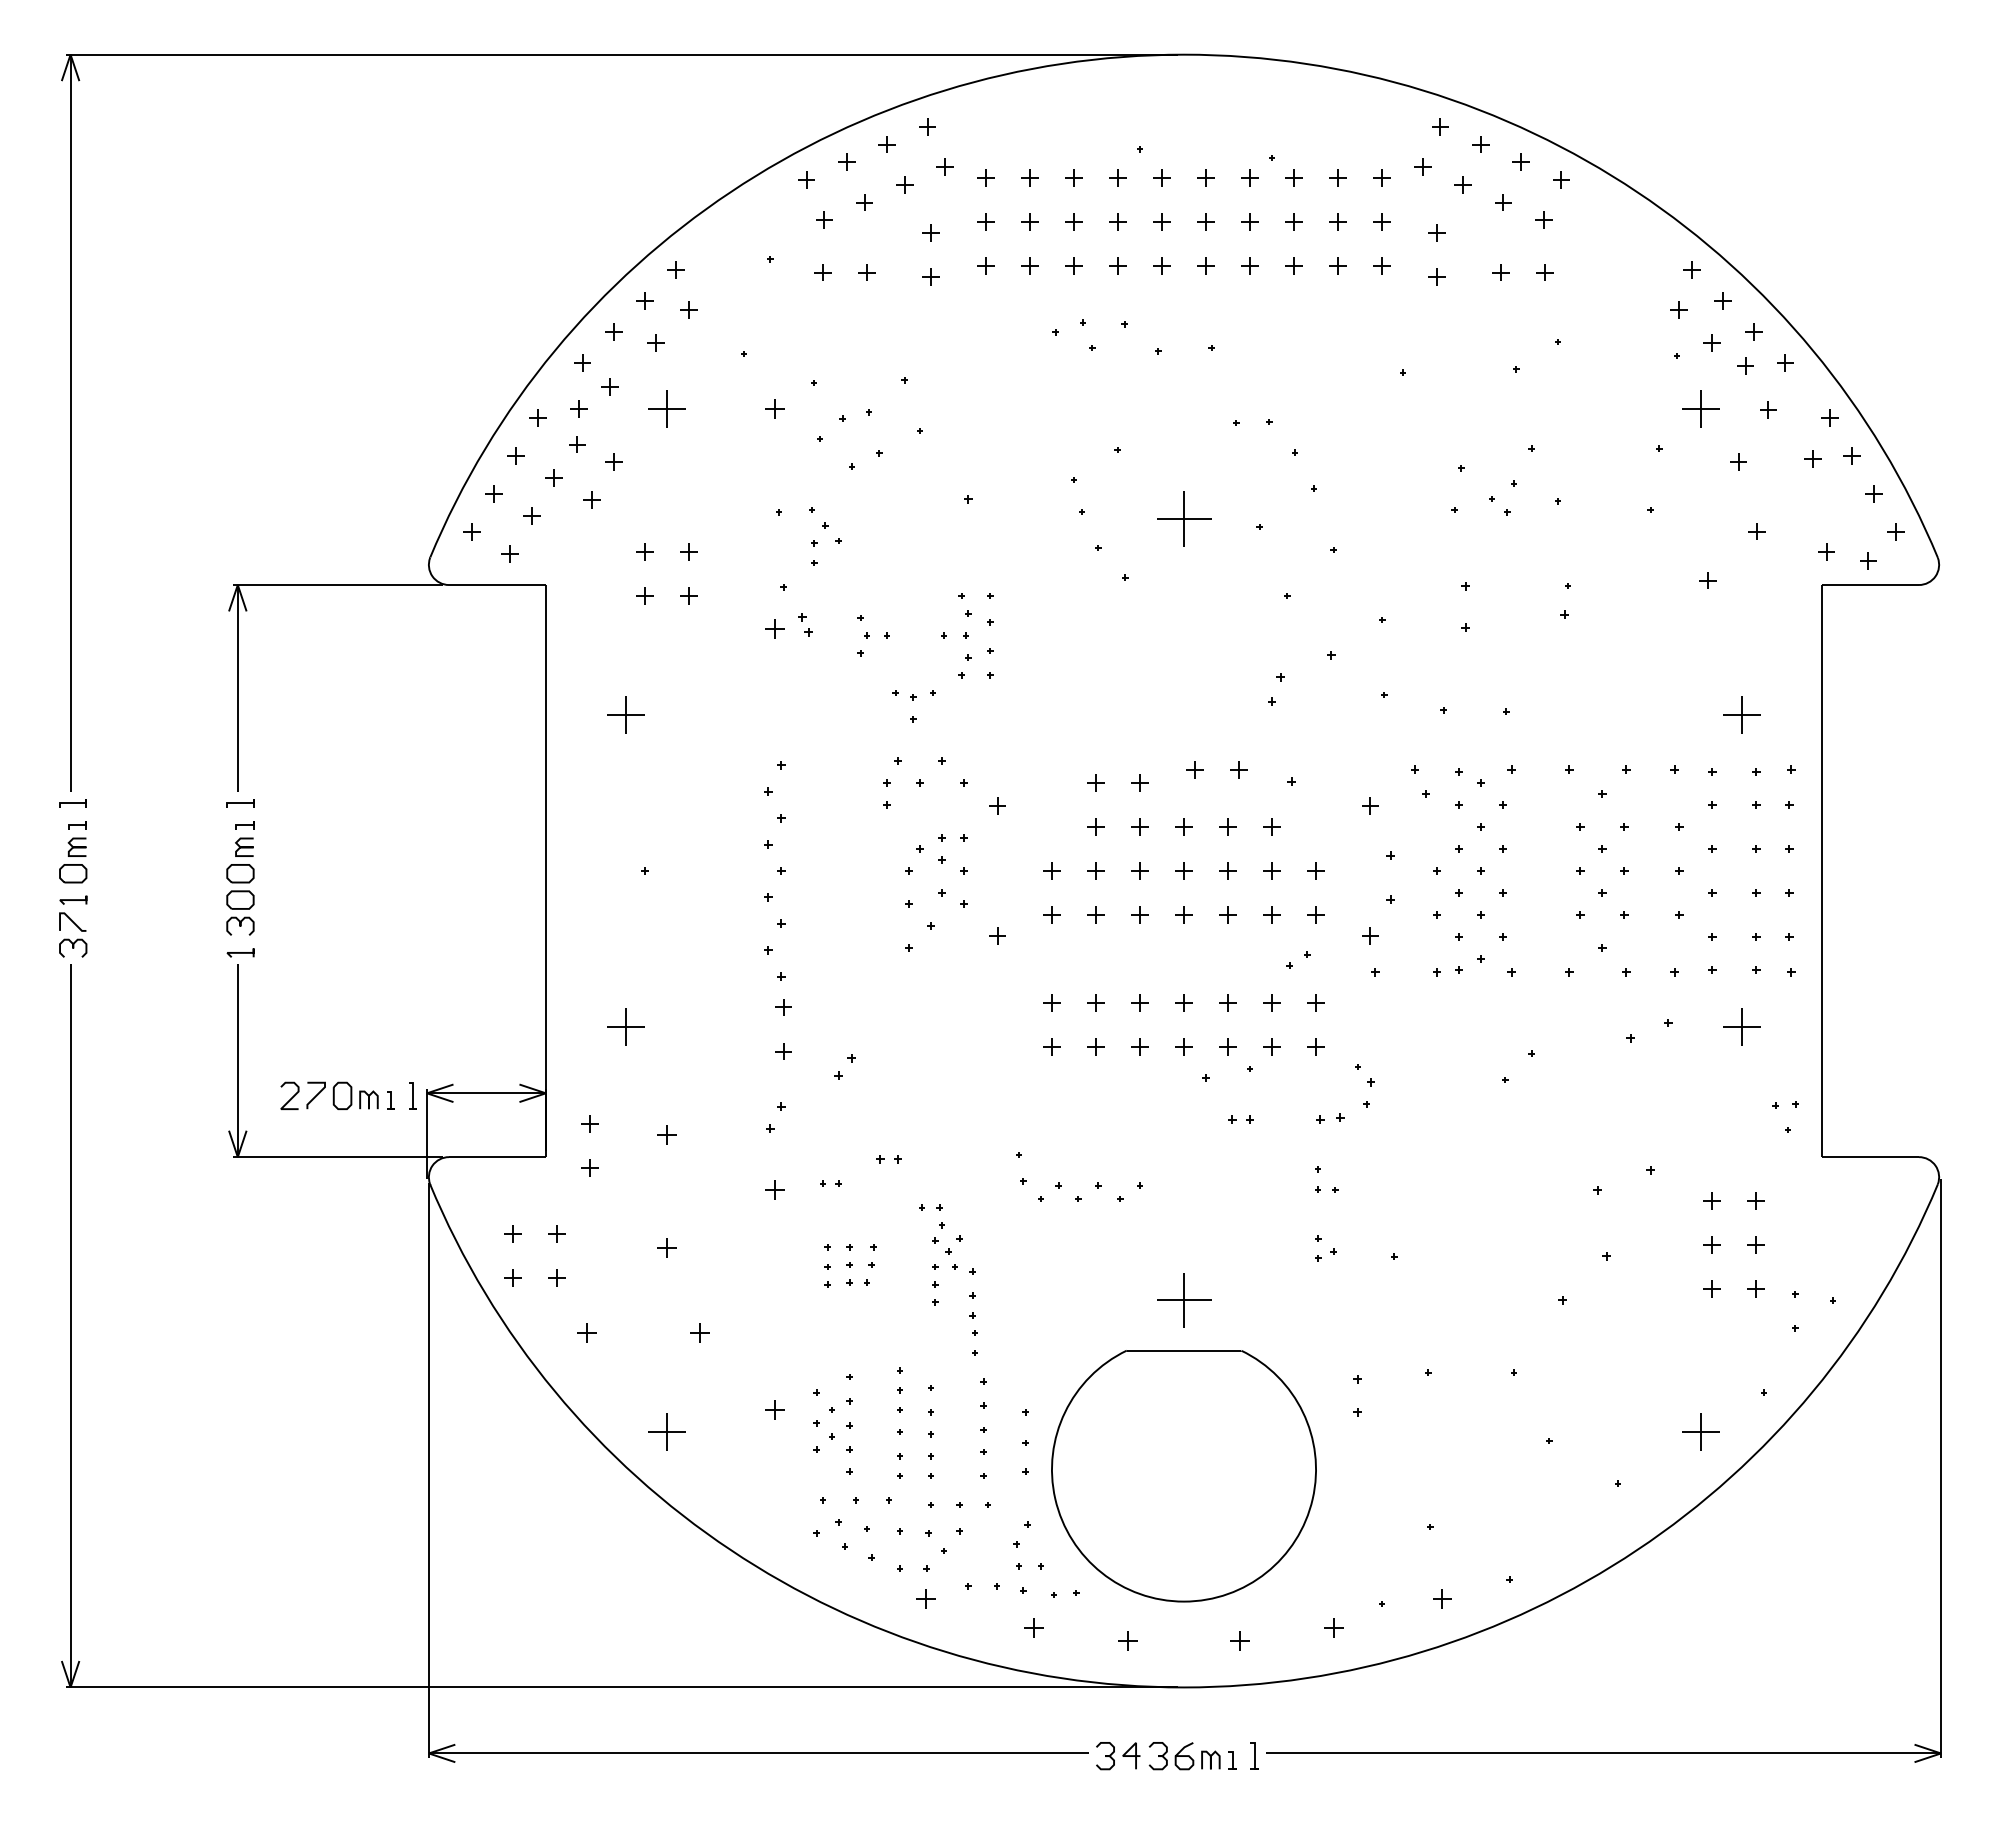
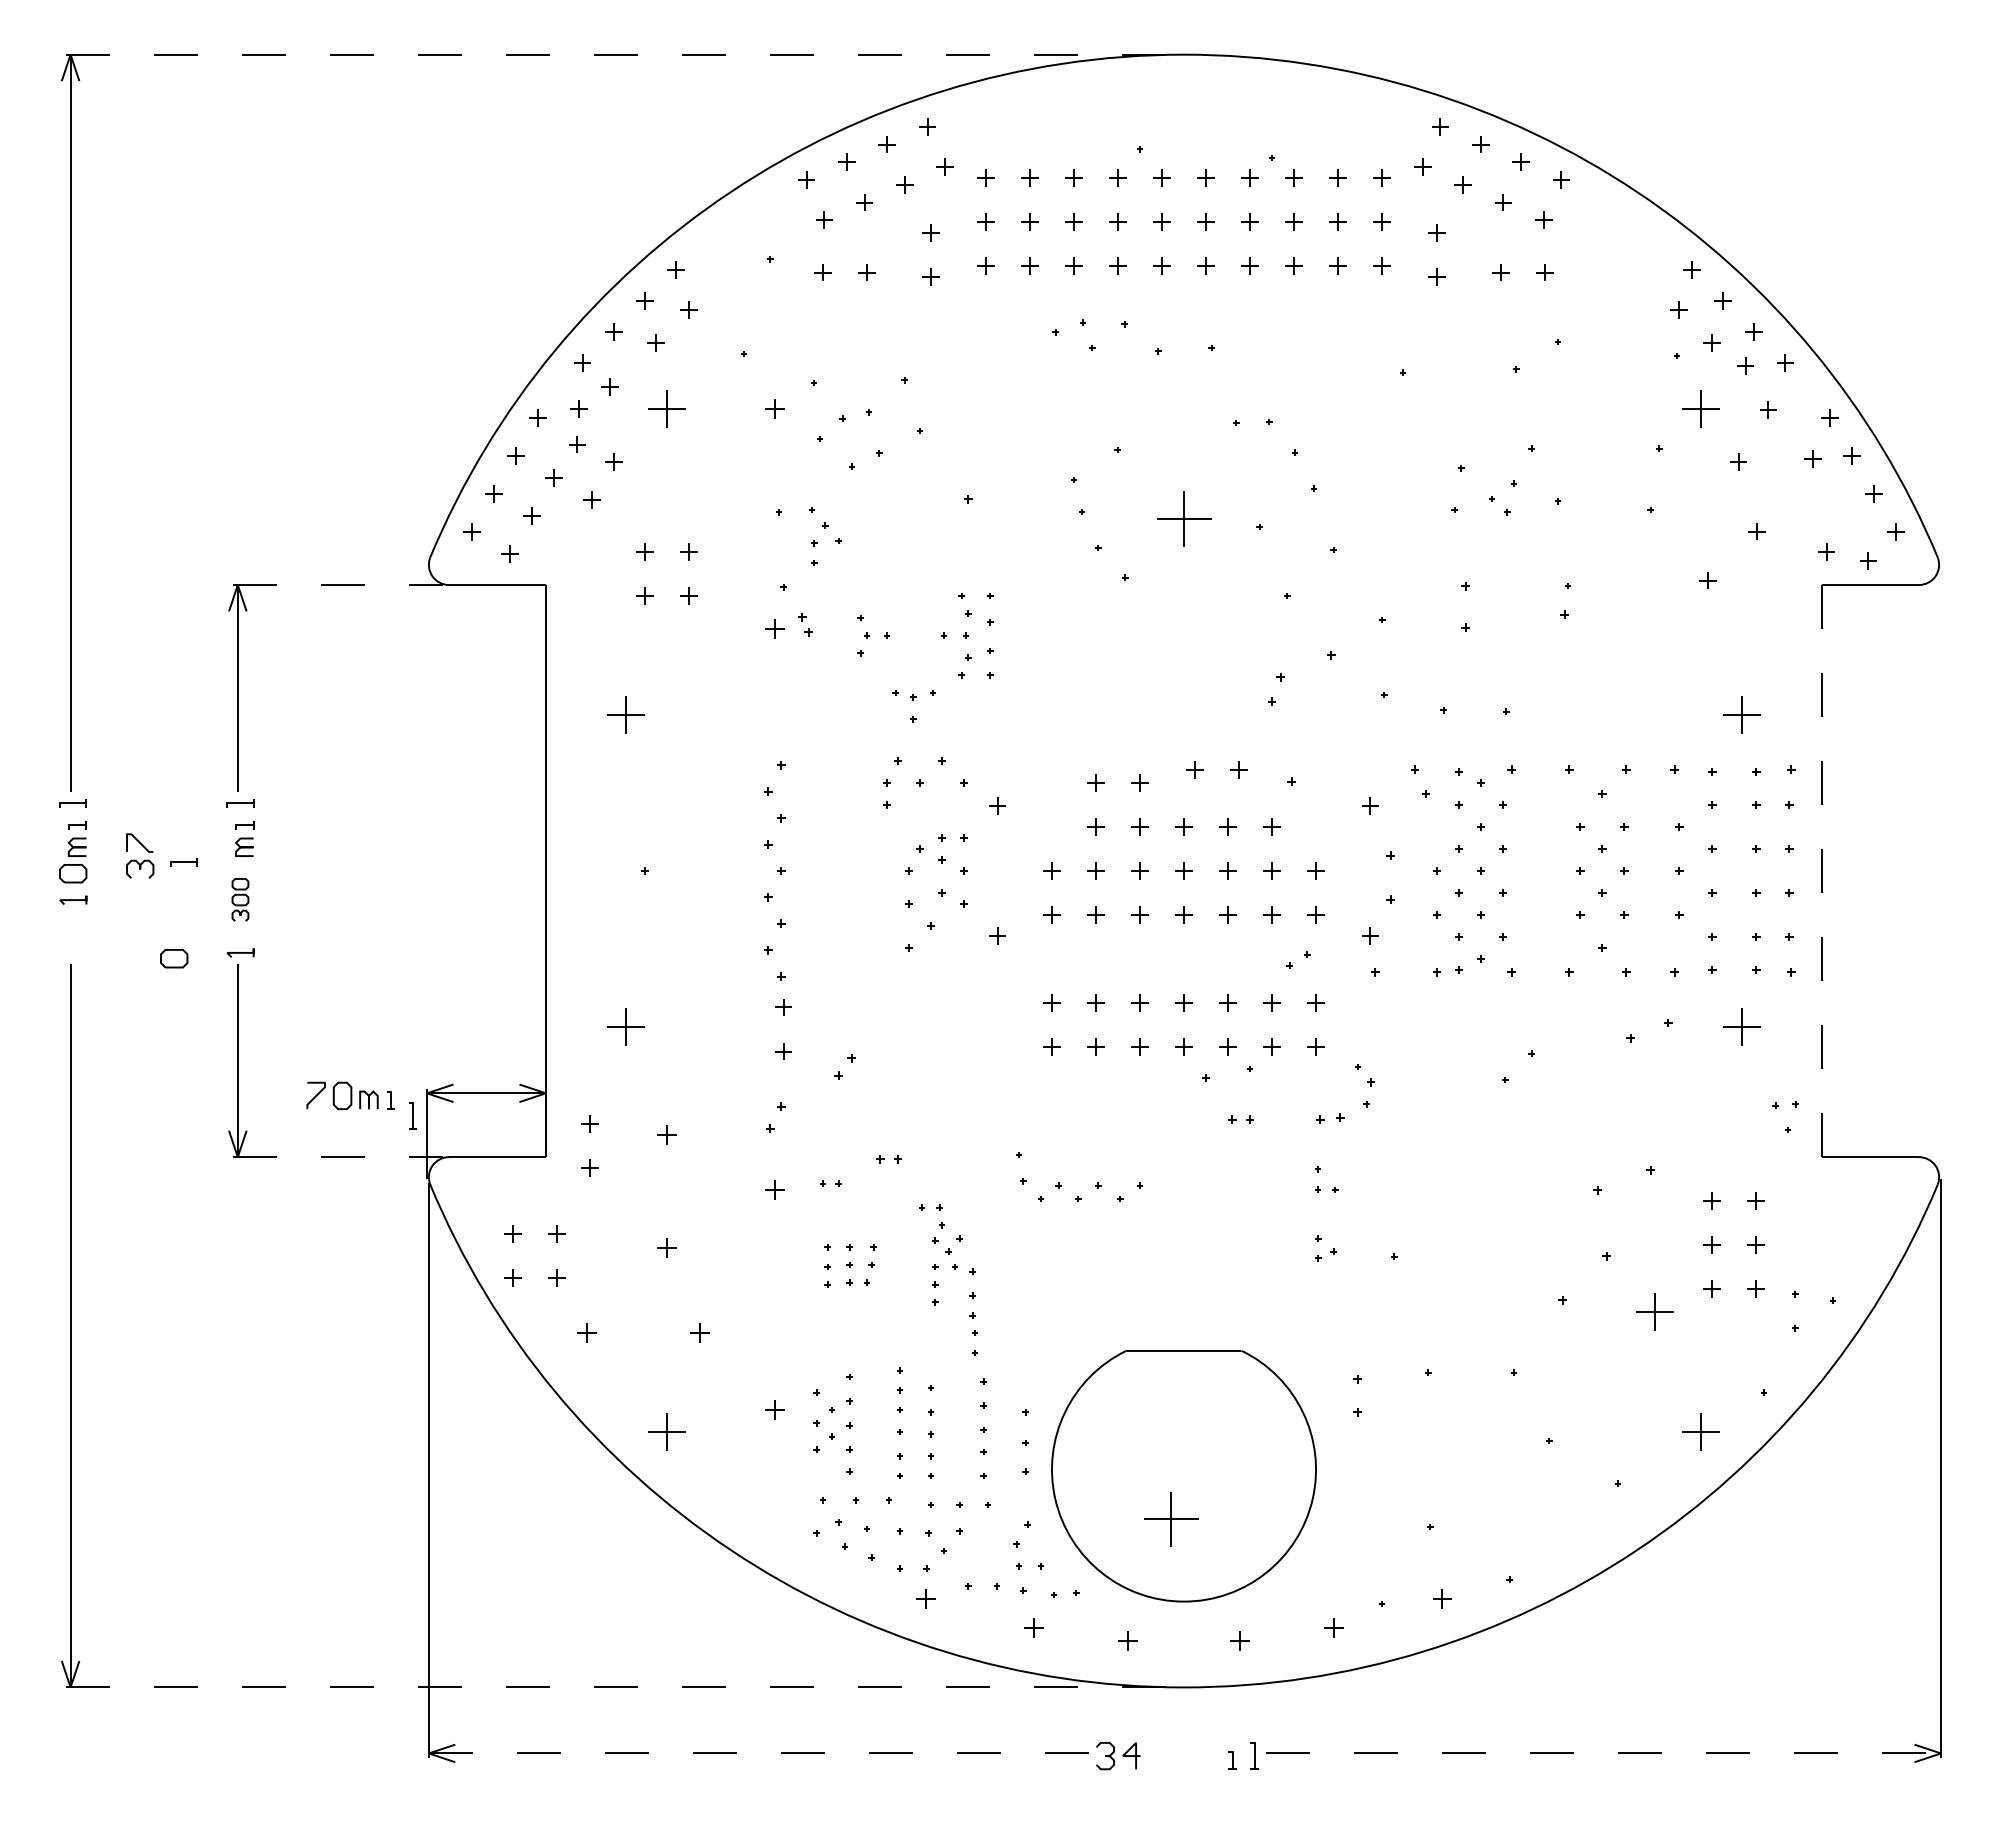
line at (622, 54): solid -> dashed
line at (338, 585): solid -> dashed
line at (183, 862): none -> present
line at (1822, 870): solid -> dashed
part at (240, 899) size: 29x72 px -> 19x44 px
part at (73, 934) position: (73, 934) -> (140, 855)
part at (174, 958): none -> present
line at (412, 1095) position: (412, 1095) -> (412, 1115)
curve at (291, 1097): present -> none
line at (338, 1157): solid -> dashed
part at (1184, 1300) position: (1184, 1300) -> (1171, 1519)
part at (1654, 1311): none -> present
line at (622, 1687): solid -> dashed
line at (759, 1753): solid -> dashed
line at (1604, 1753): solid -> dashed
part at (1184, 1756): present -> none
